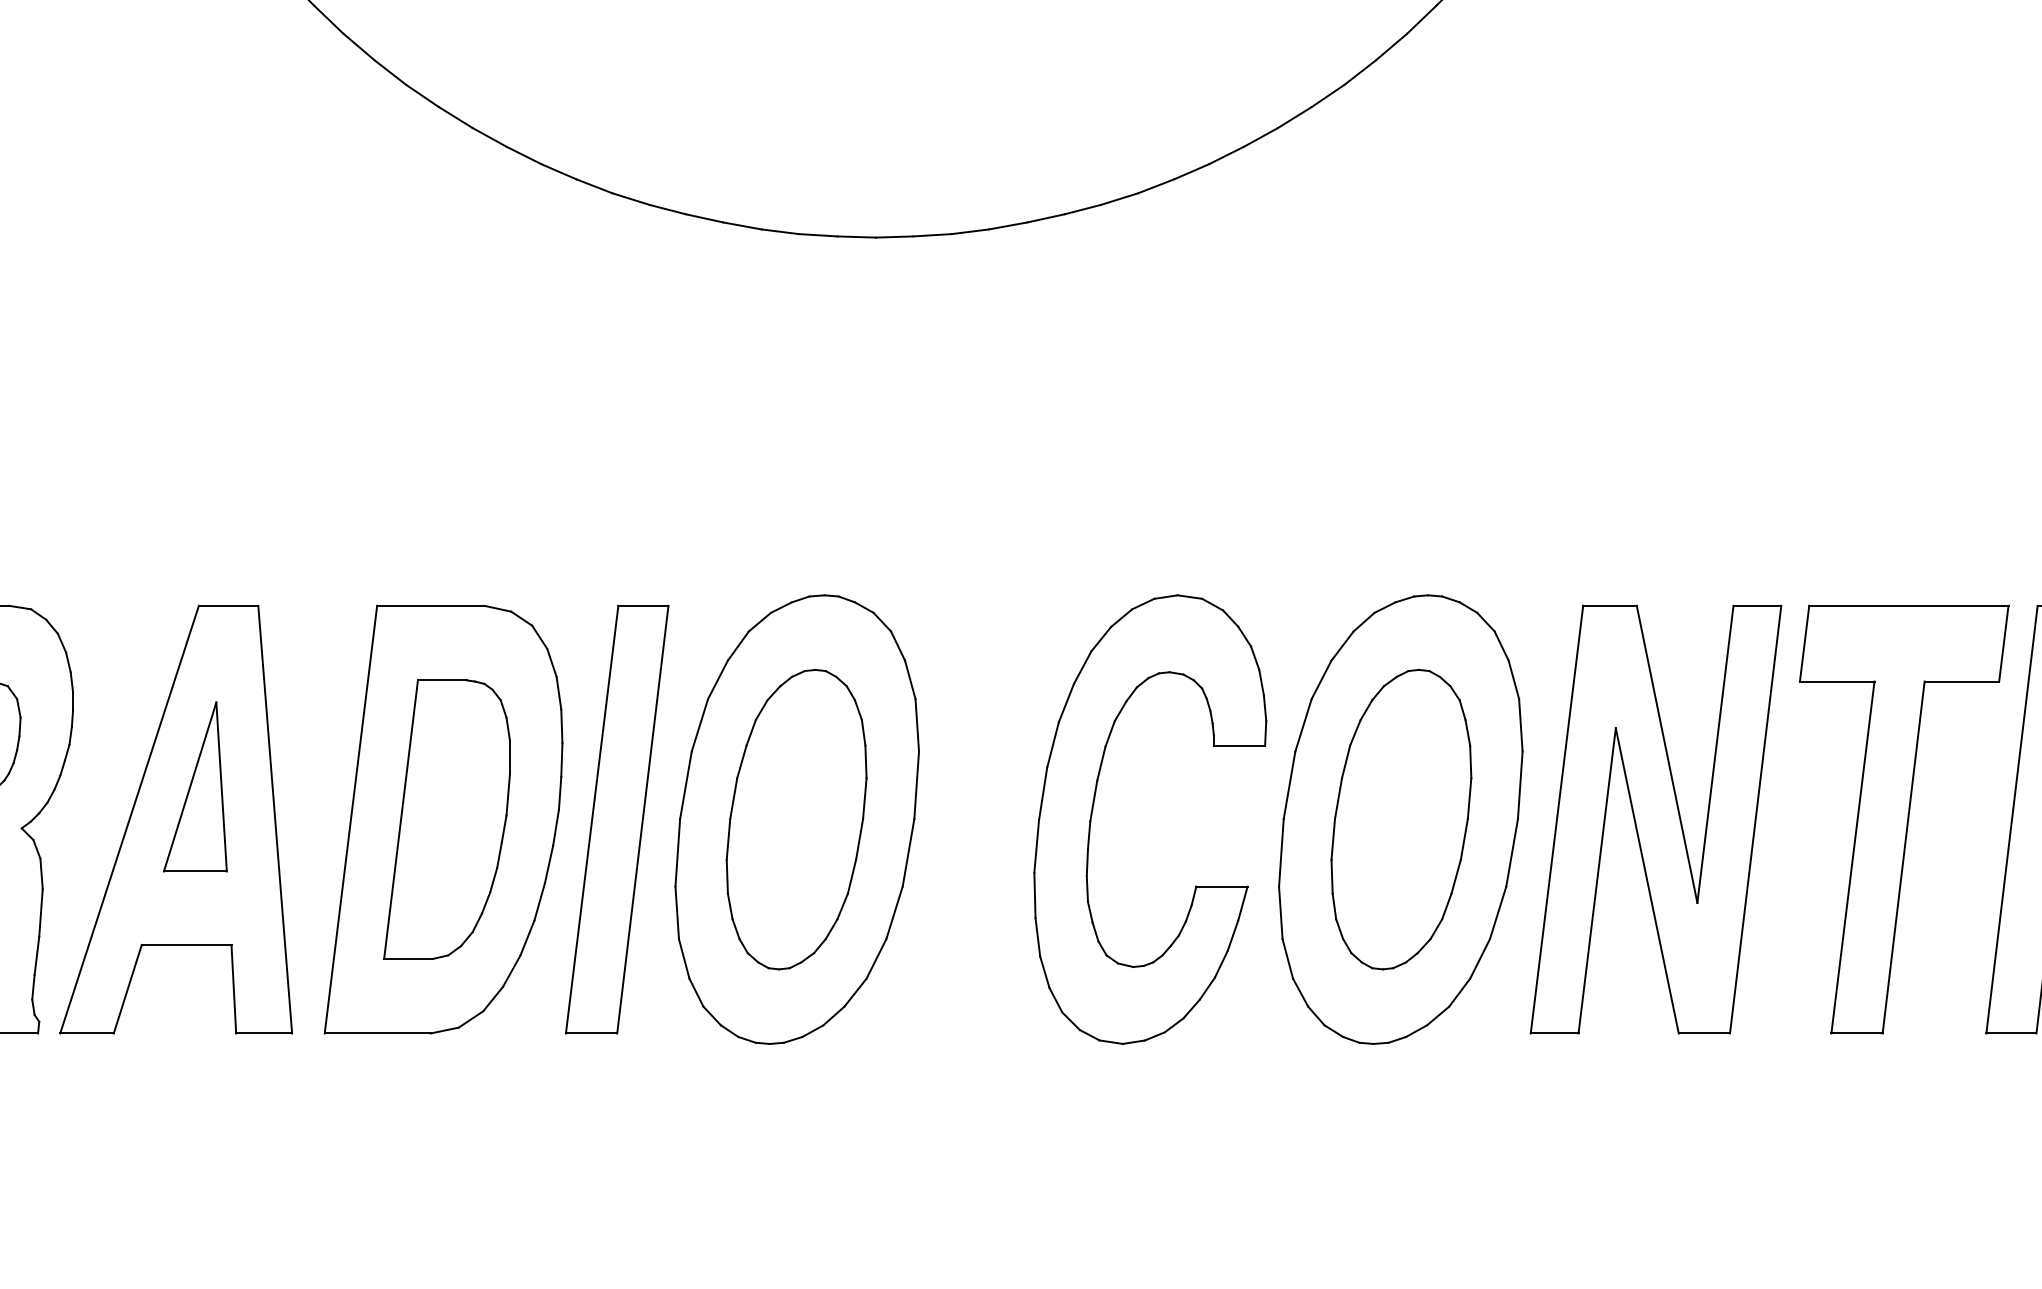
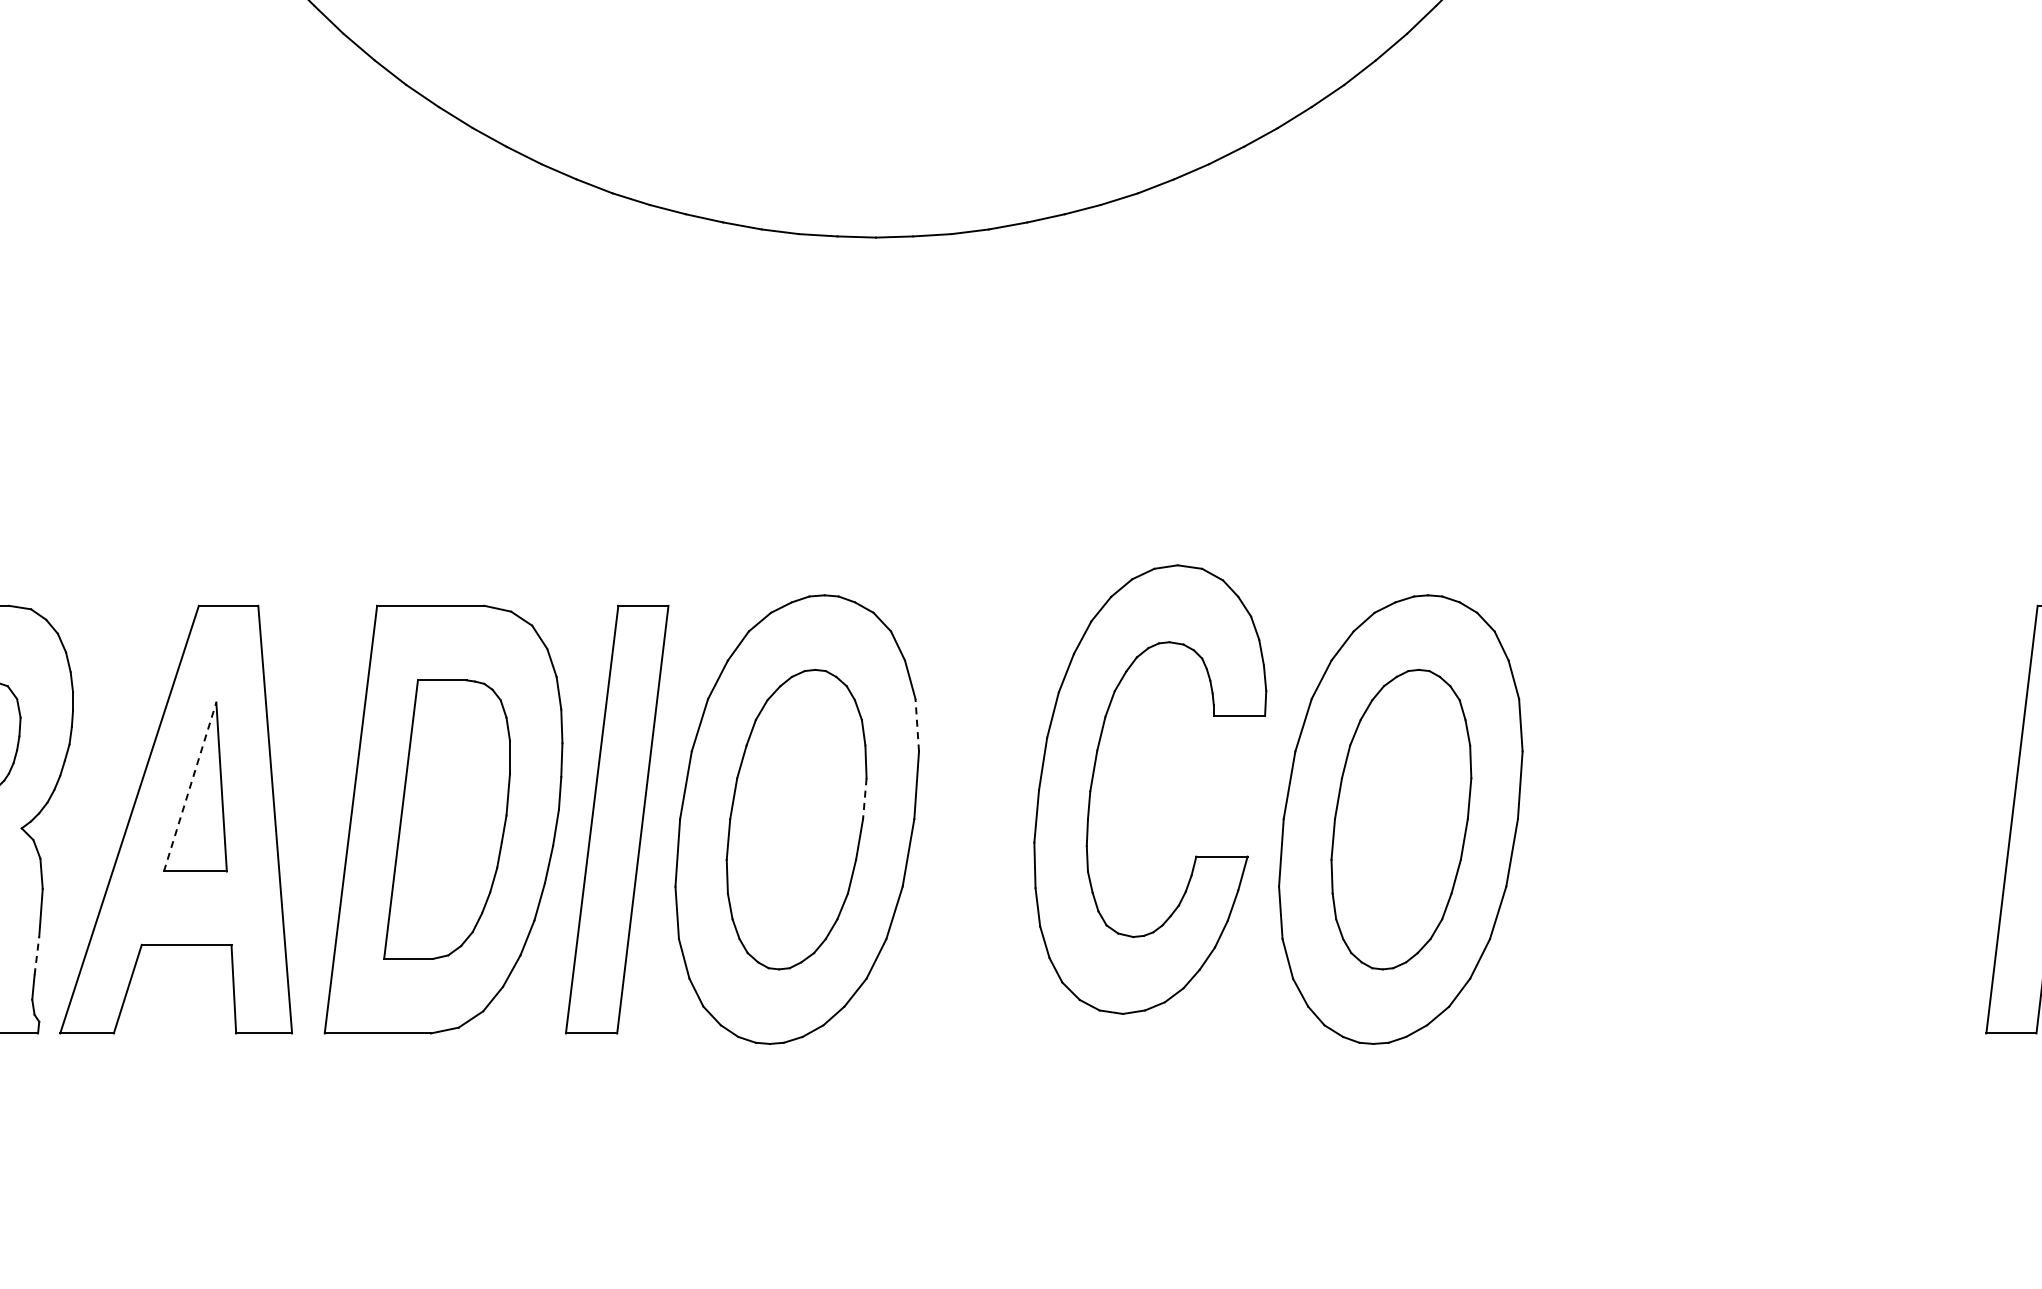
line at (917, 724): solid -> dashed
line at (190, 786): solid -> dashed
line at (864, 799): solid -> dashed
part at (1093, 810) position: (1093, 810) -> (1093, 780)
part at (1655, 819): present -> none
part at (1904, 819): present -> none
line at (36, 955): solid -> dashed
